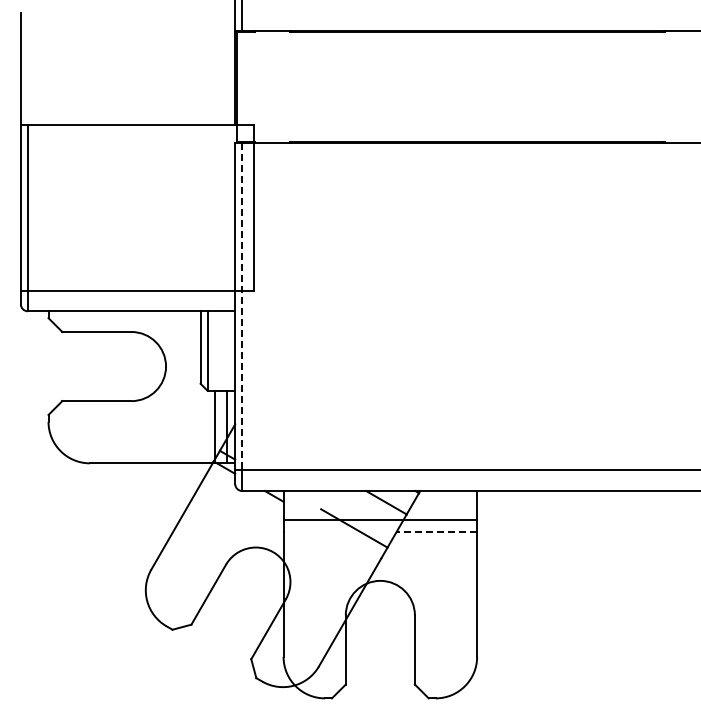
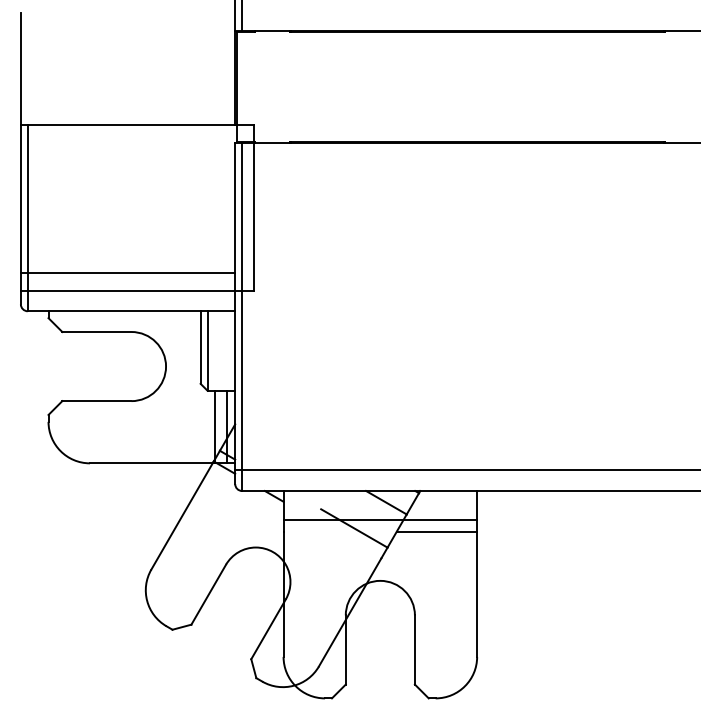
line at (127, 273): none -> present
line at (242, 306): dashed -> solid
line at (436, 532): dashed -> solid
